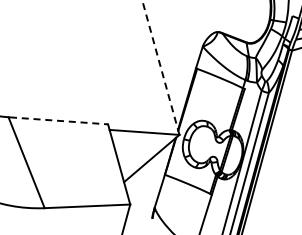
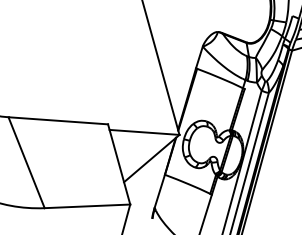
line at (160, 67): dashed -> solid
line at (59, 120): dashed -> solid
